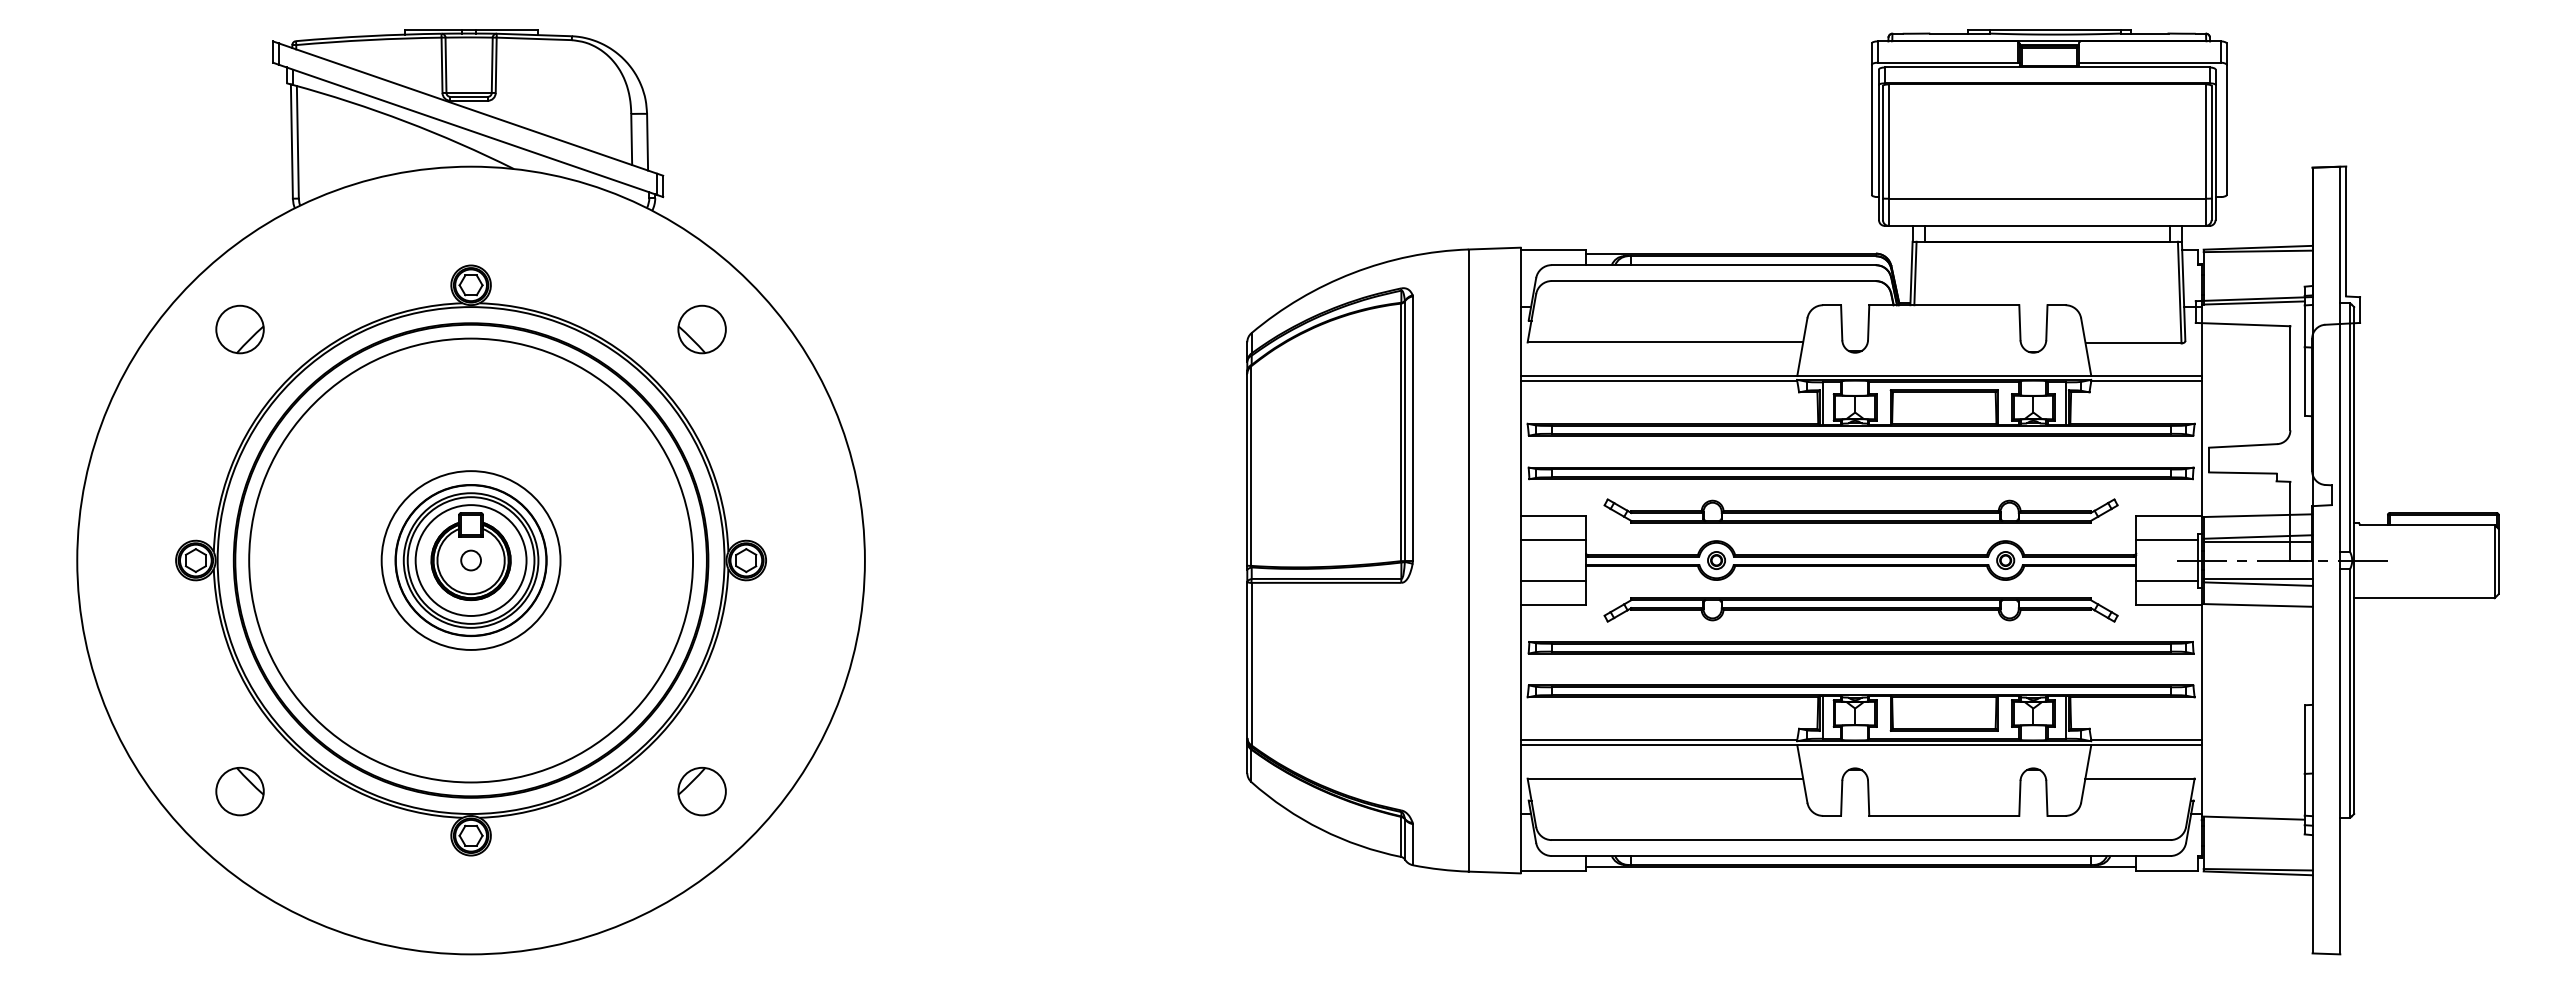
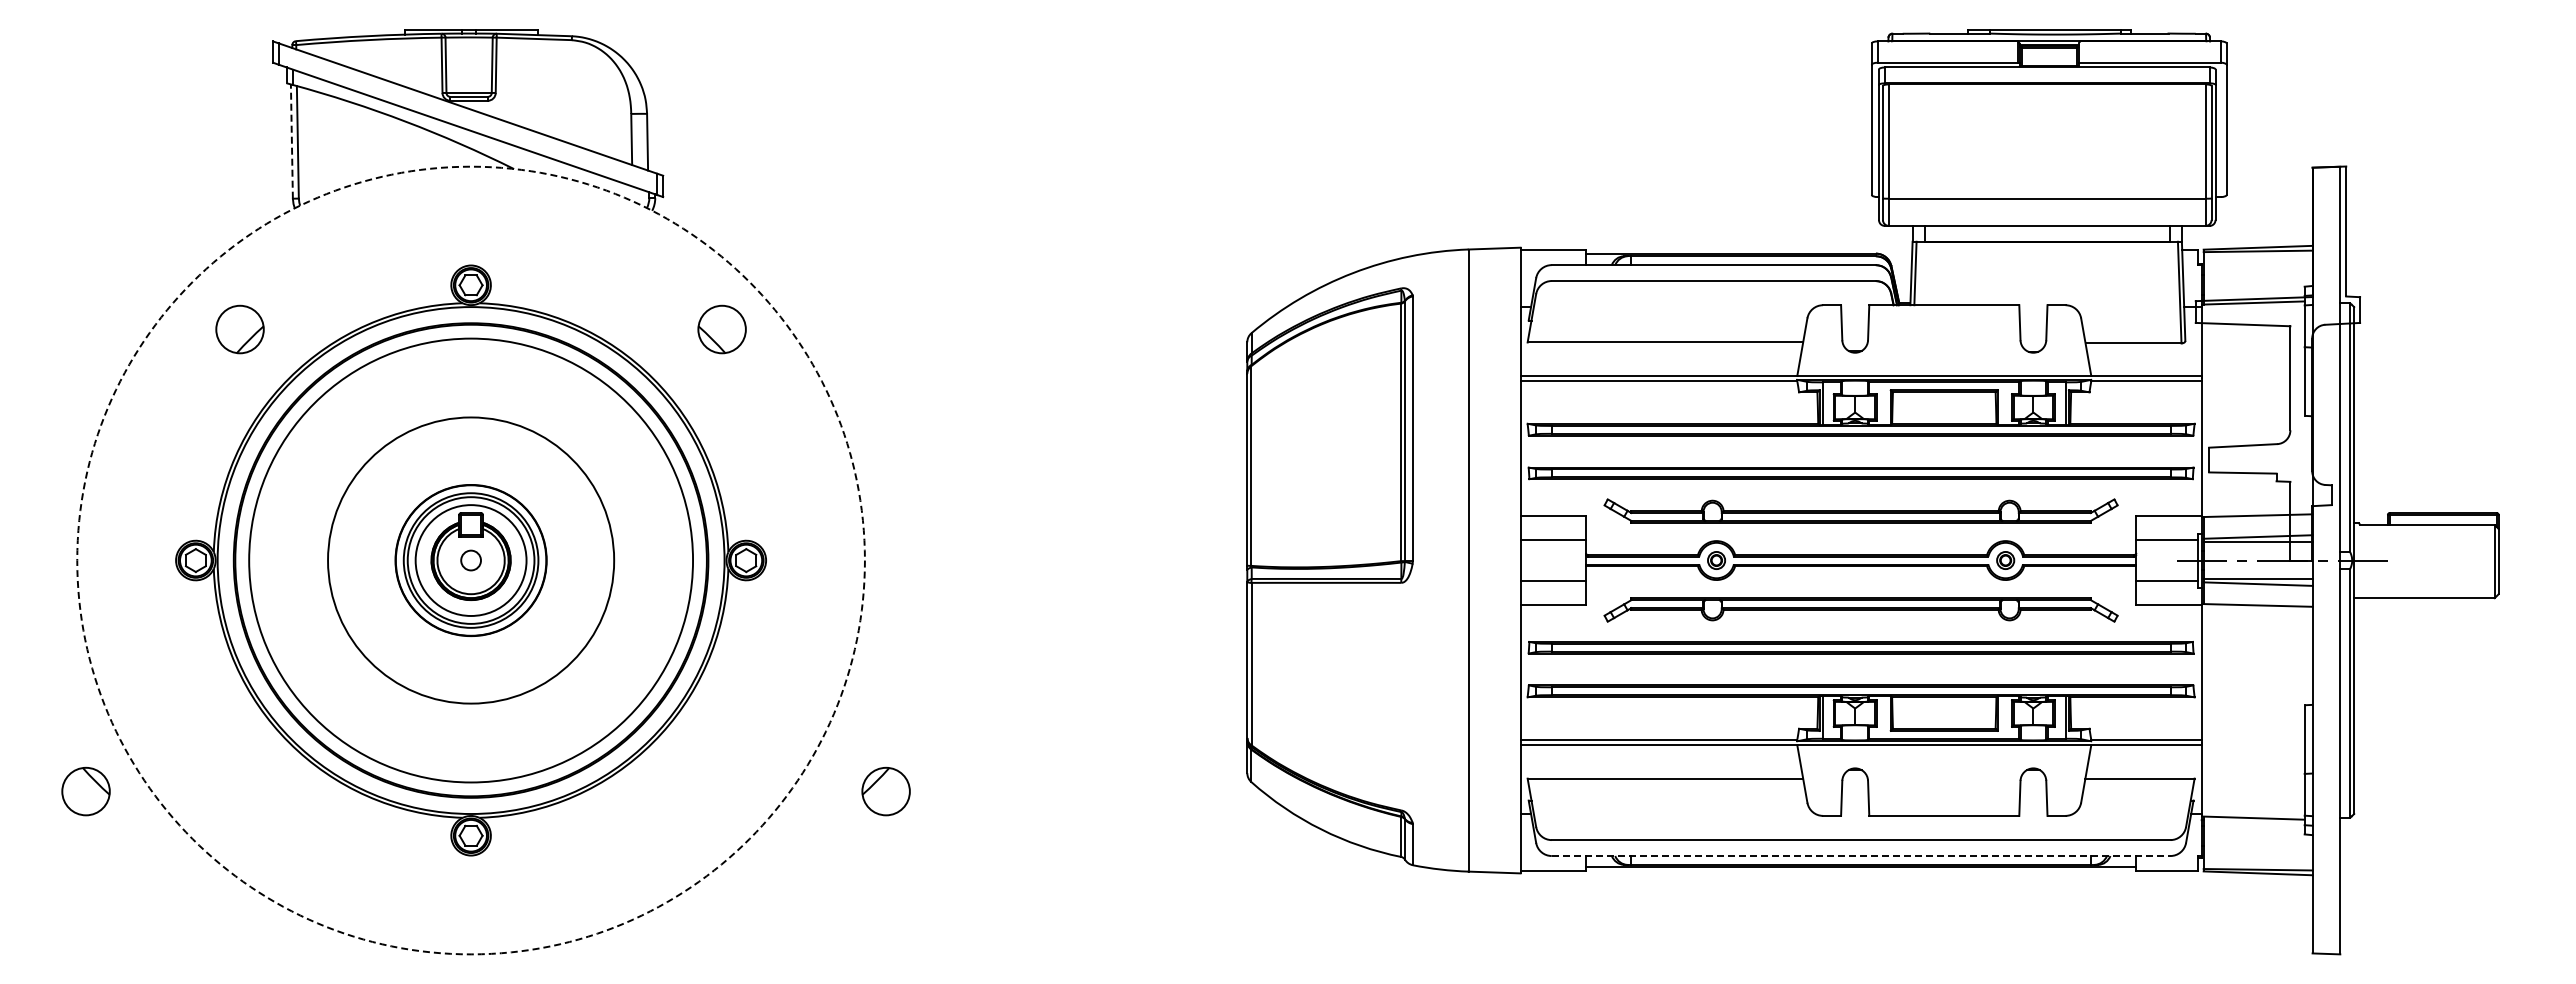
line at (291, 141): solid -> dashed
part at (701, 329) position: (701, 329) -> (721, 329)
circle at (470, 560) diameter: 179 px -> 286 px
circle at (470, 560): solid -> dashed
part at (239, 791) position: (239, 791) -> (85, 791)
part at (701, 791) position: (701, 791) -> (885, 791)
line at (1861, 856): solid -> dashed
